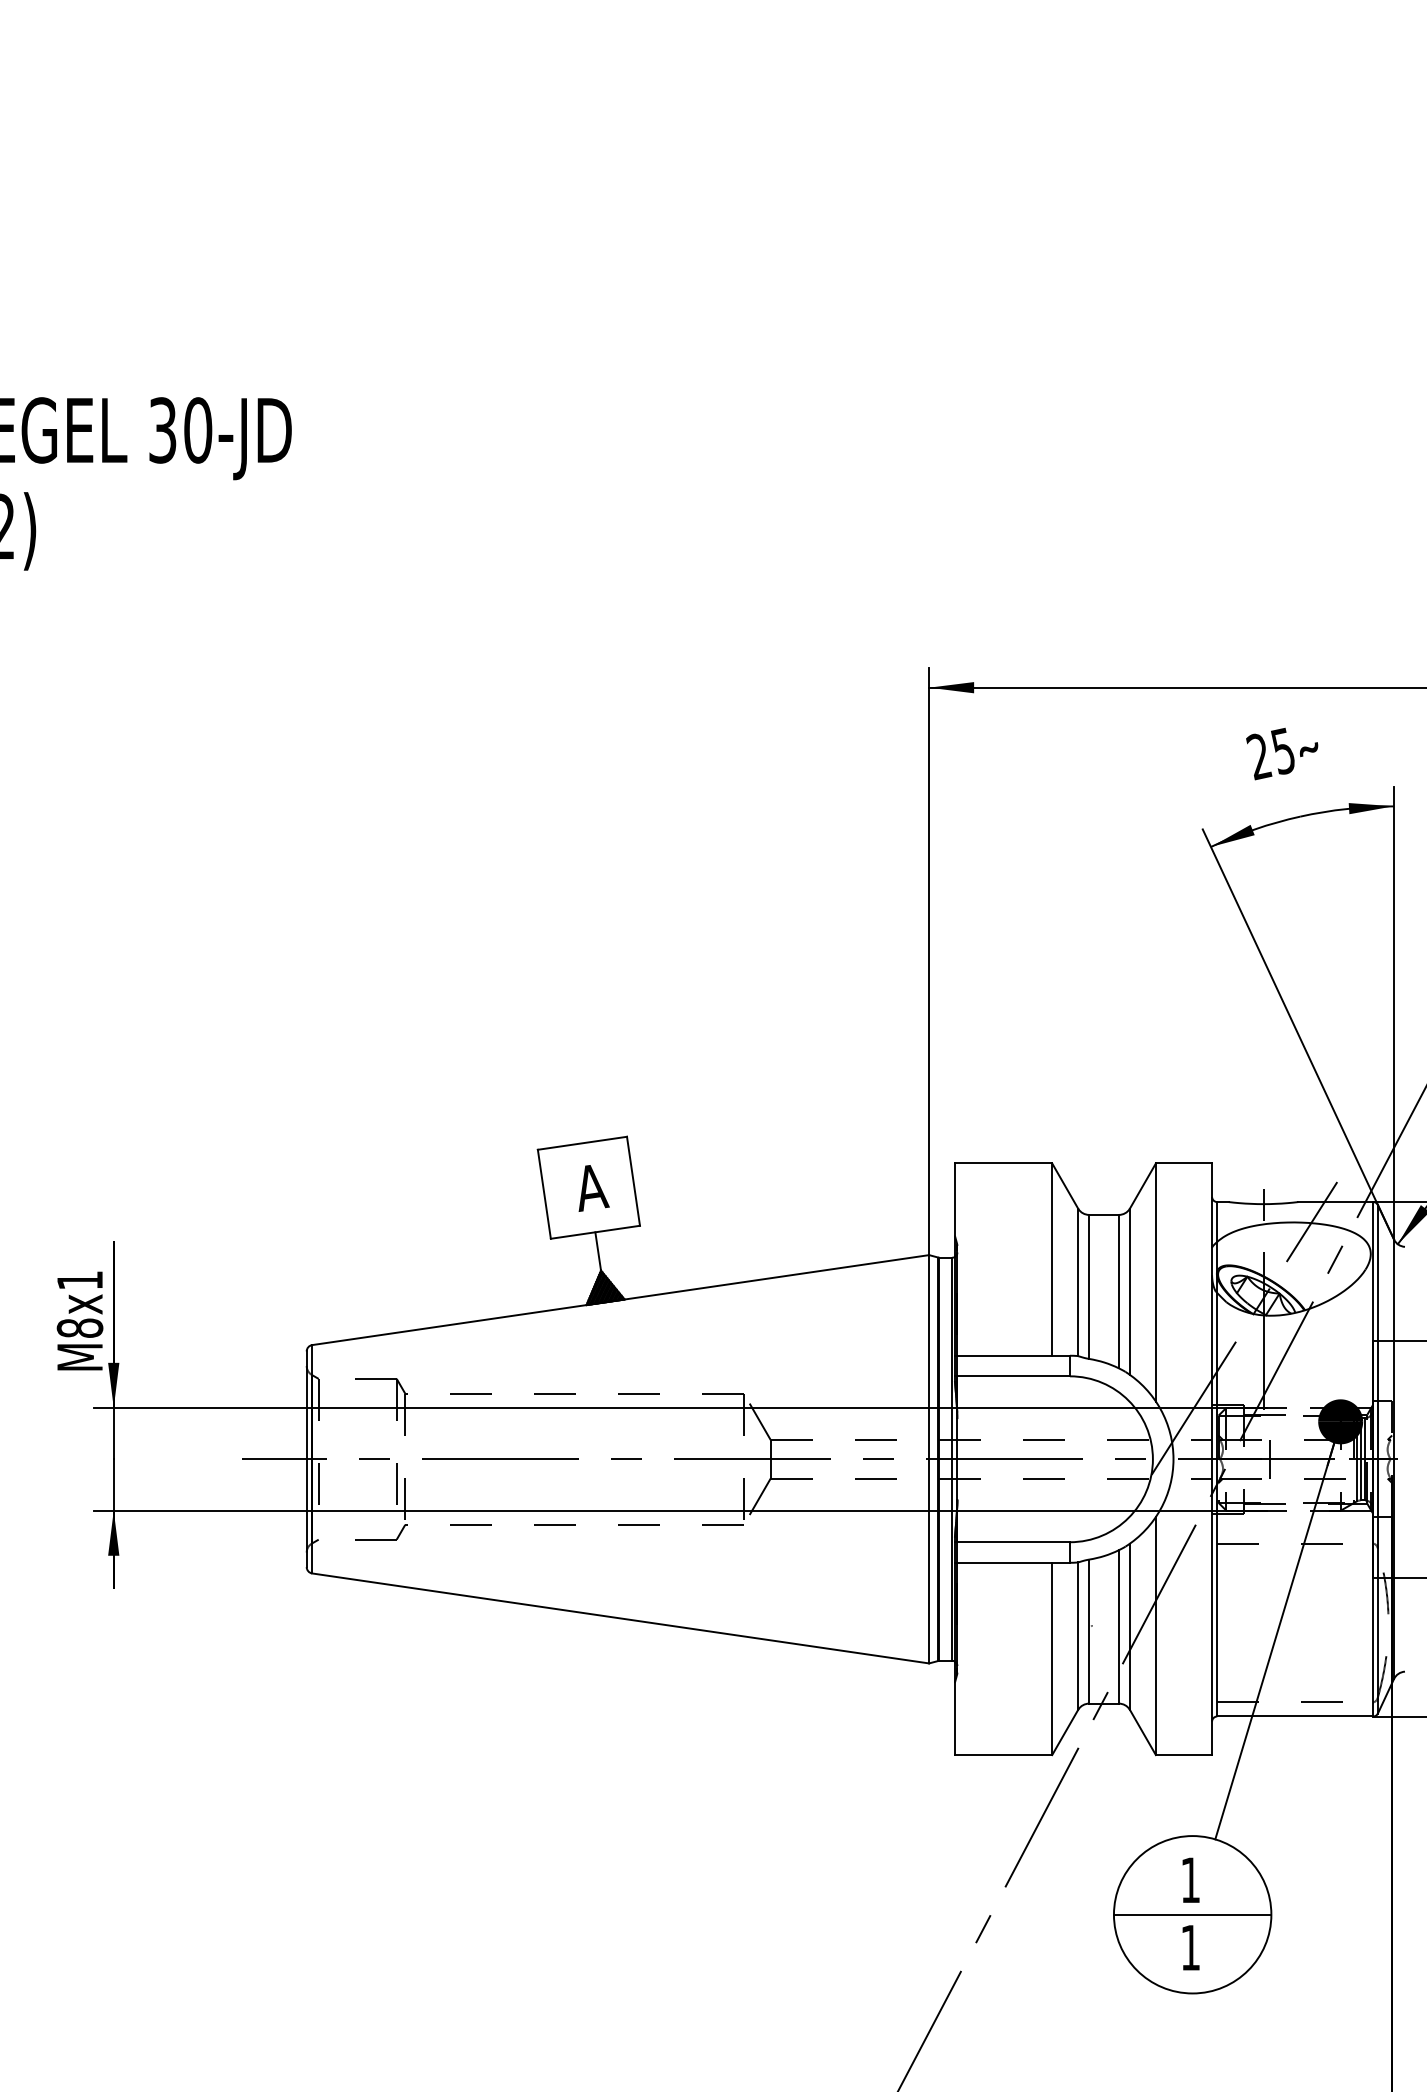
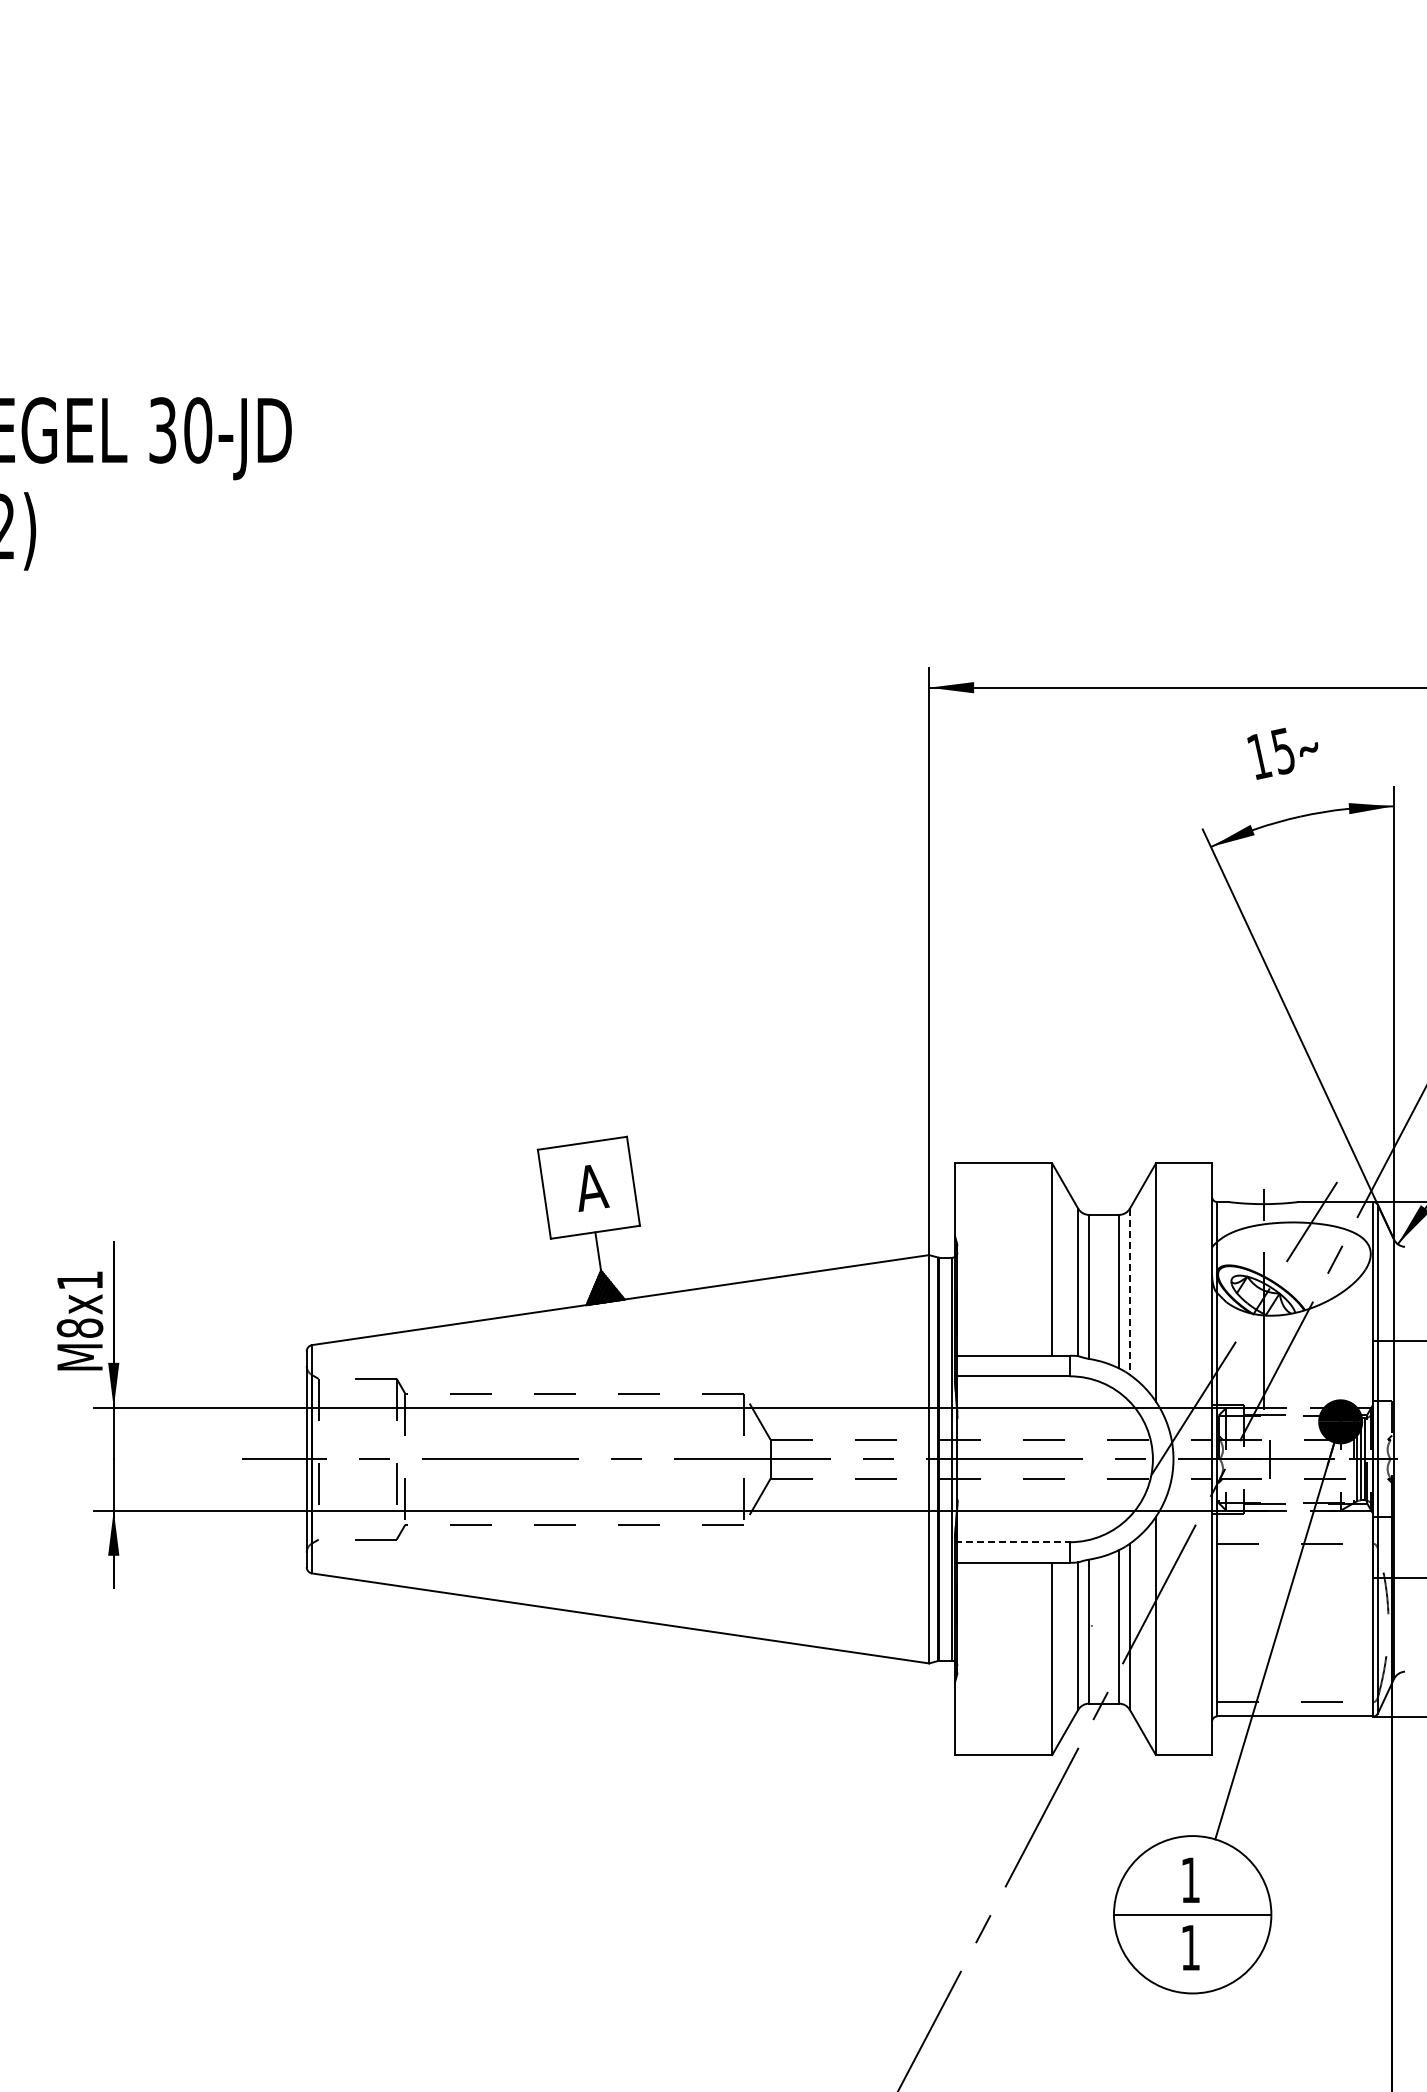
text at (1259, 756): 25 -> 15
line at (1129, 1291): solid -> dashed
line at (1012, 1542): solid -> dashed
